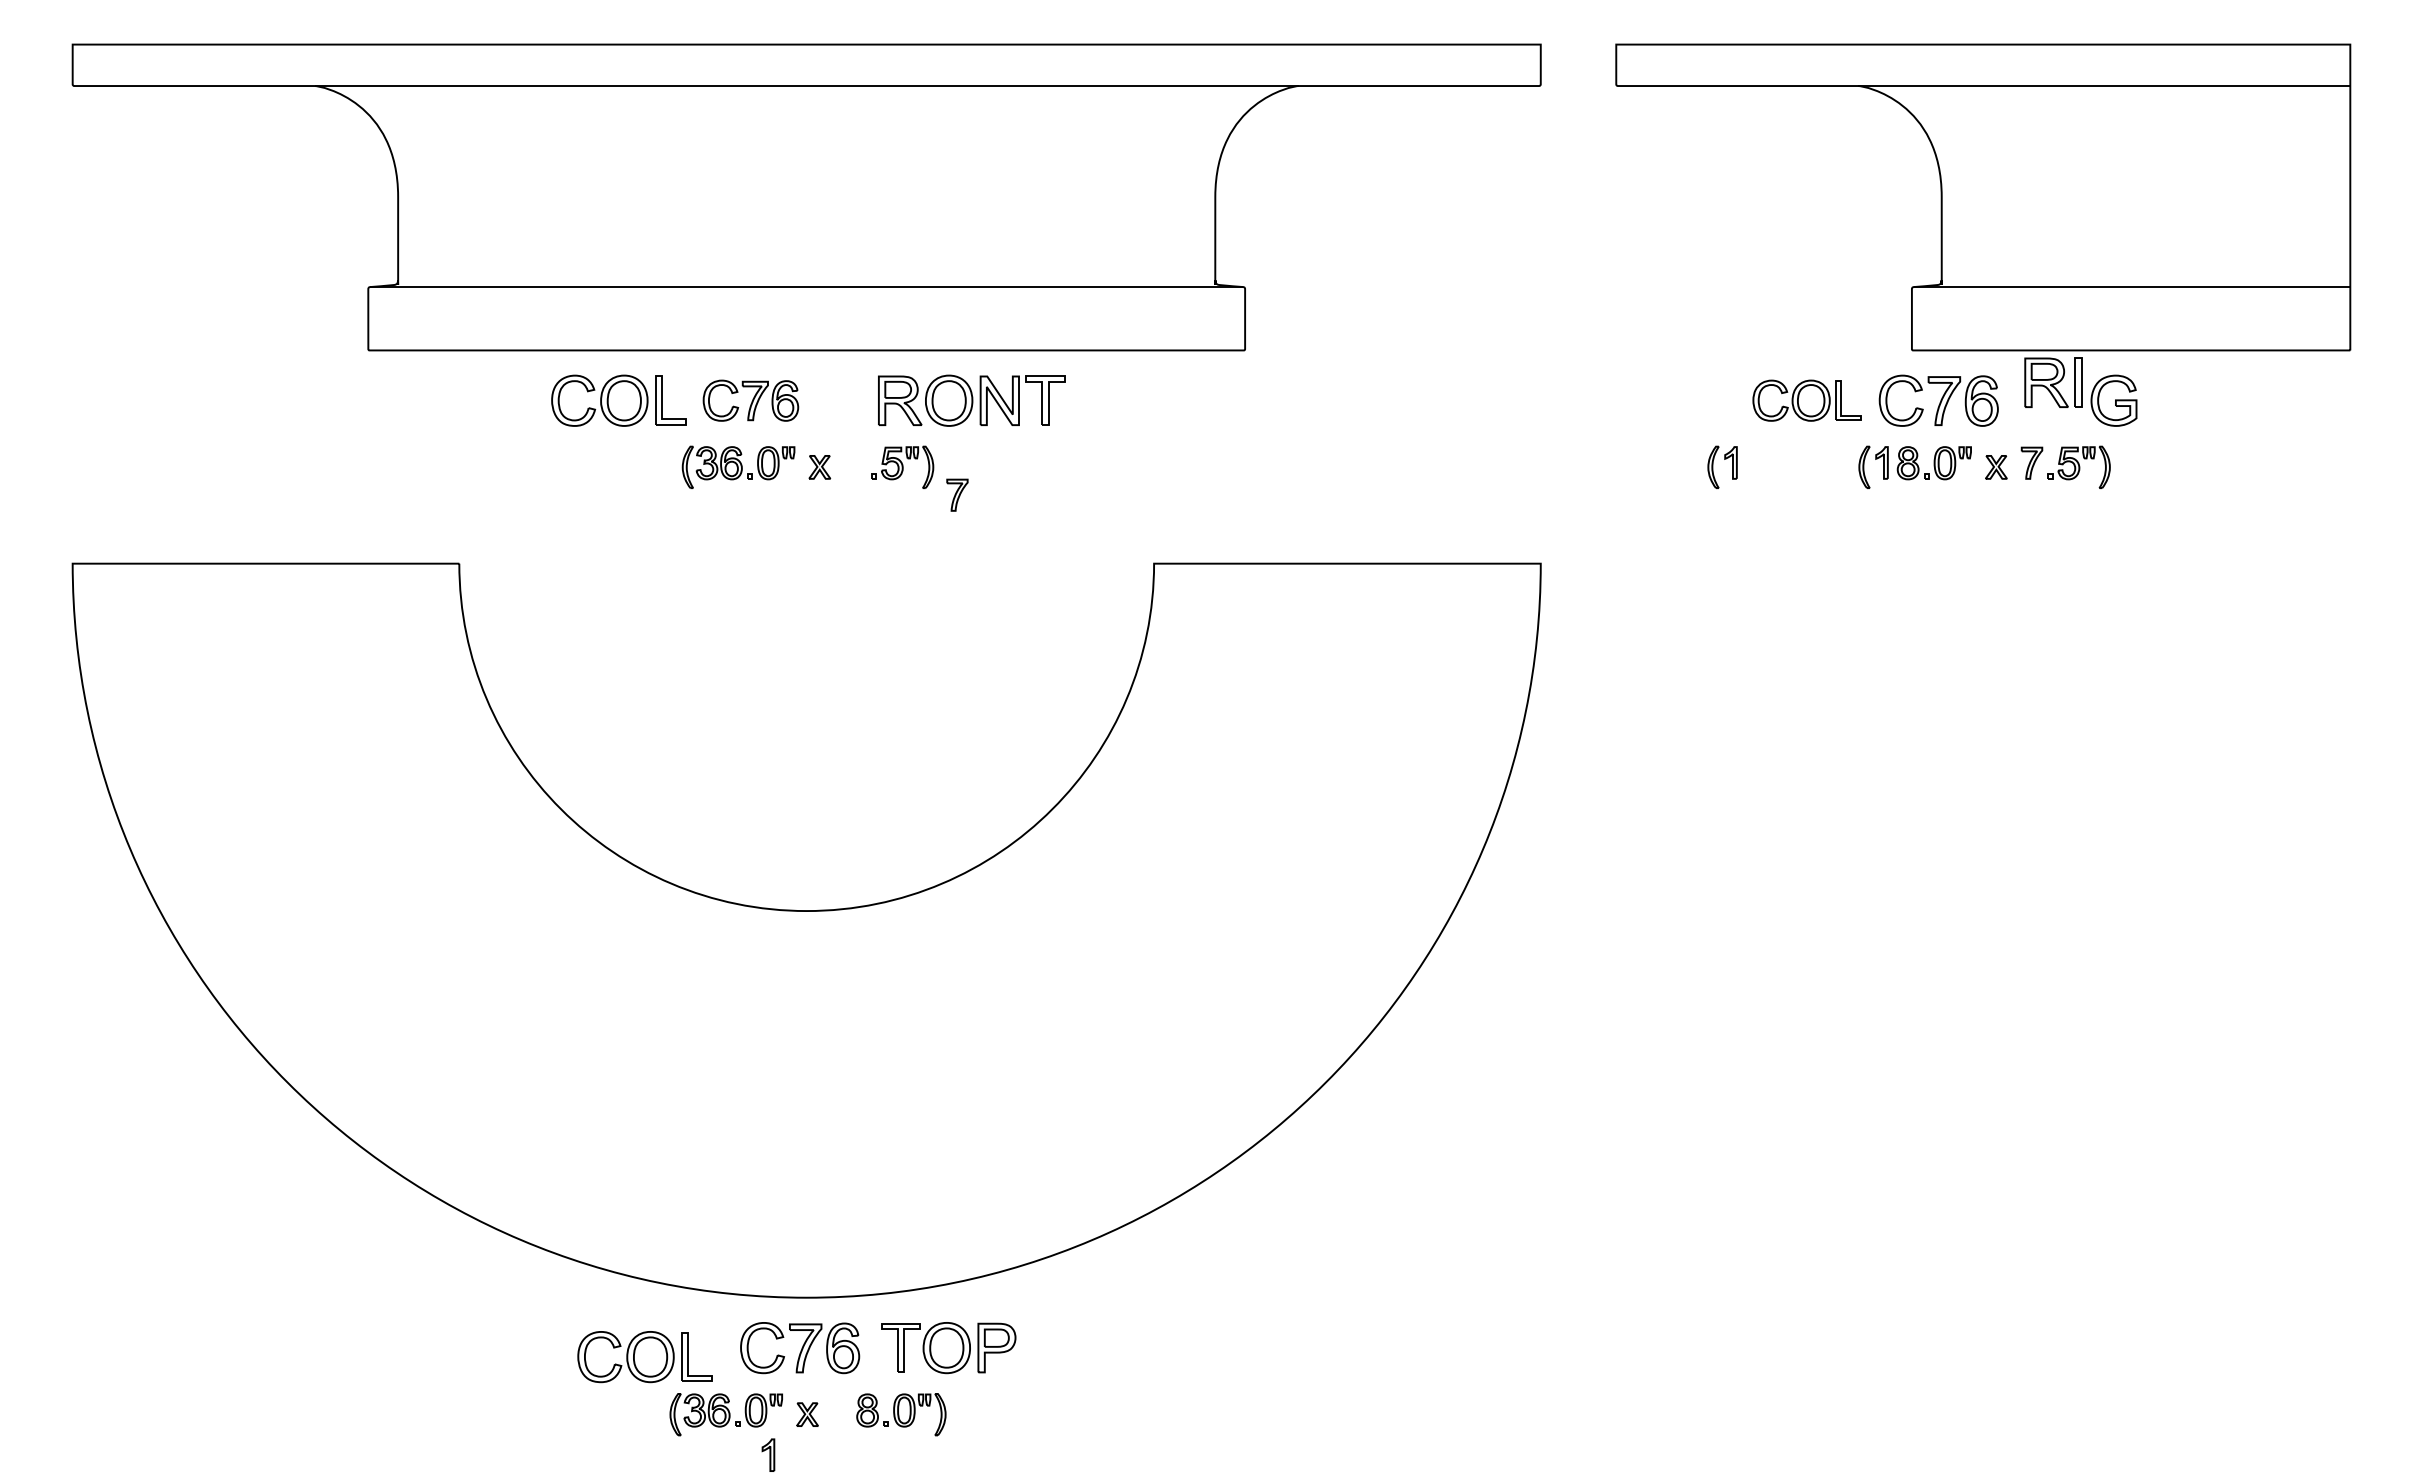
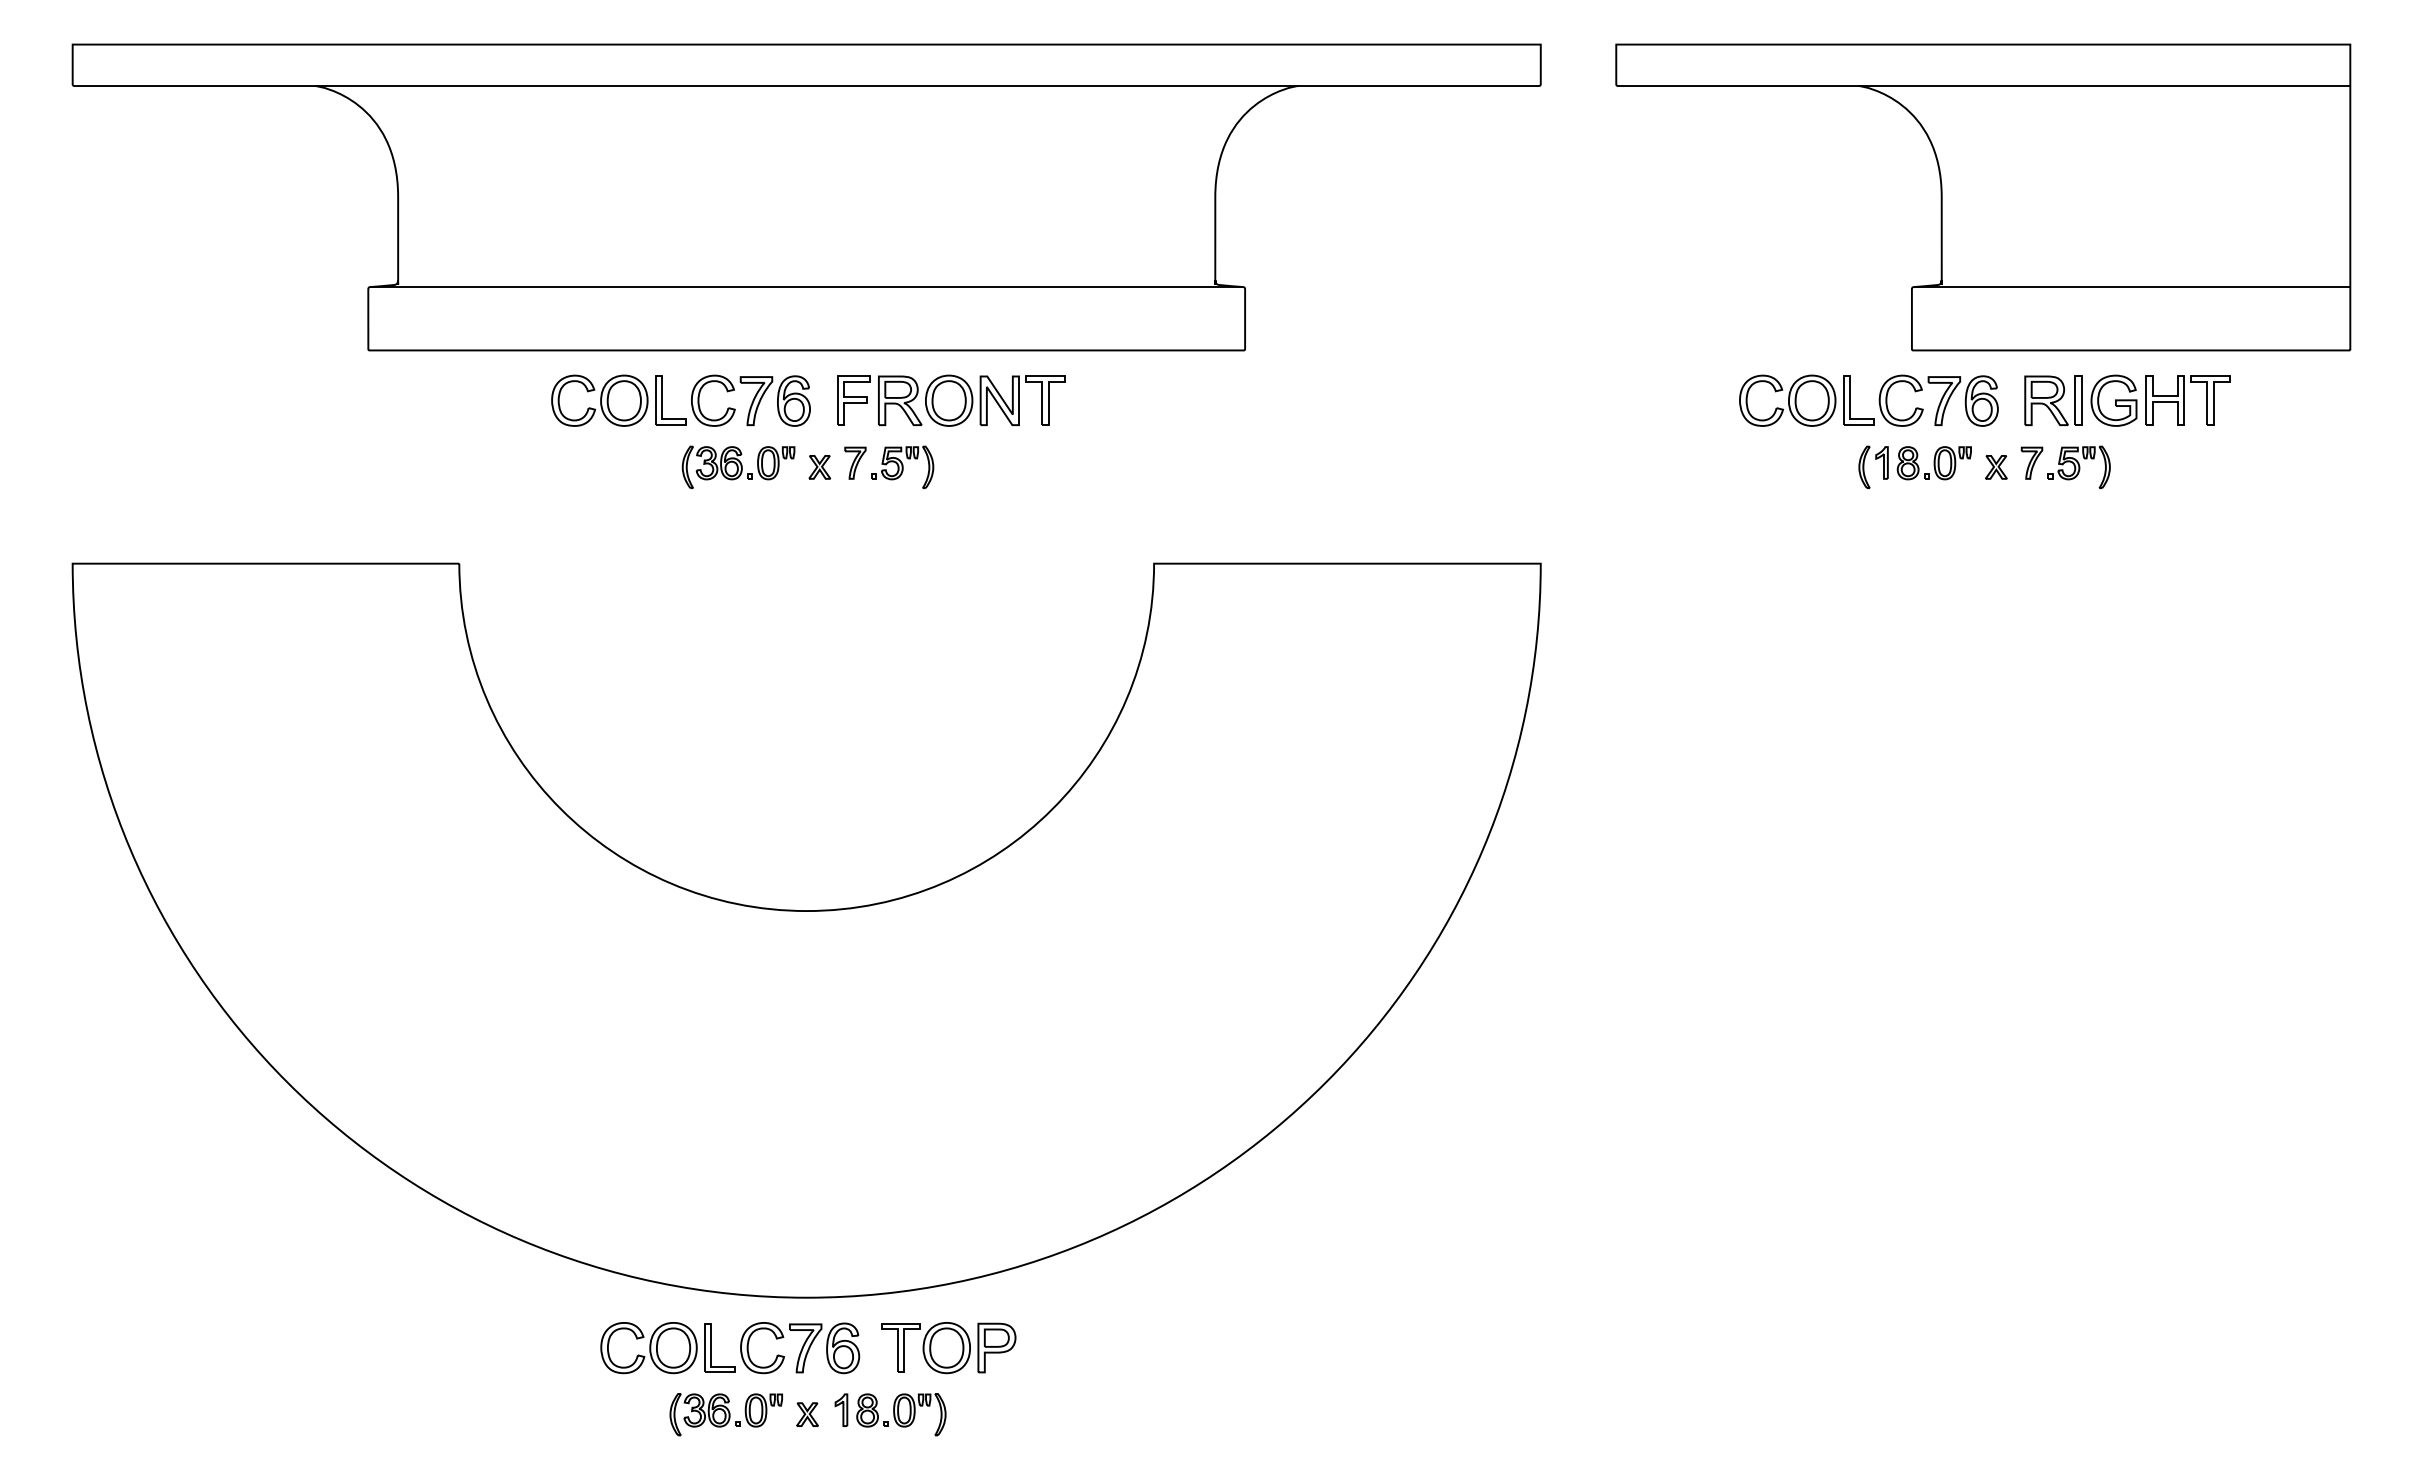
part at (2053, 382) position: (2053, 382) -> (2053, 400)
part at (750, 400) size: 98x43 px -> 120x53 px
part at (853, 400): none -> present
part at (1806, 400) size: 110x43 px -> 136x53 px
part at (2187, 400): none -> present
part at (1724, 459): present -> none
part at (957, 494) position: (957, 494) -> (855, 462)
part at (644, 1357) position: (644, 1357) -> (667, 1348)
part at (768, 1454) position: (768, 1454) -> (841, 1409)
